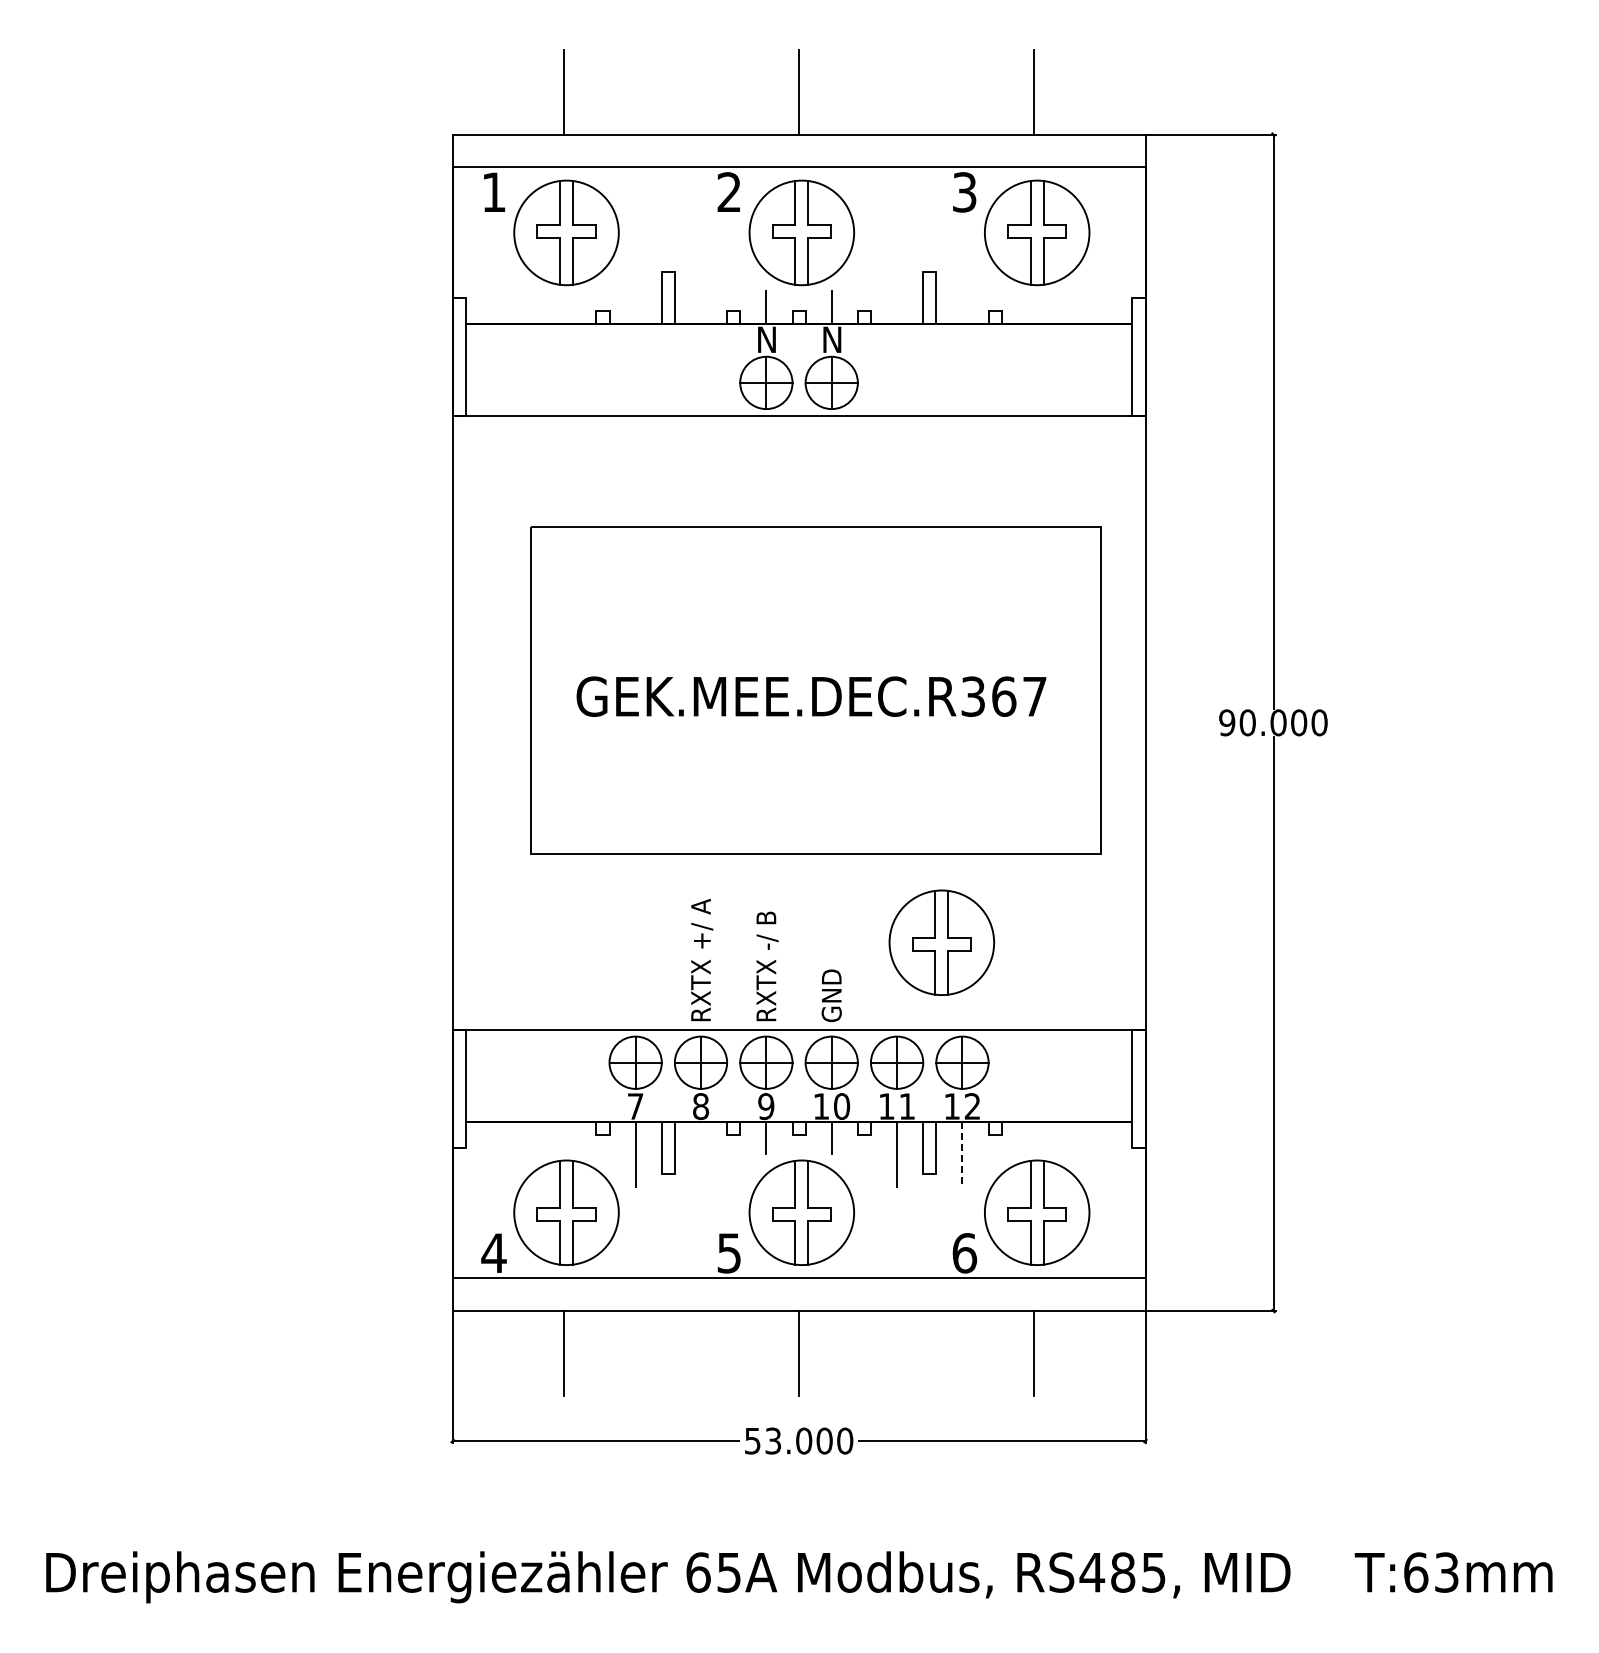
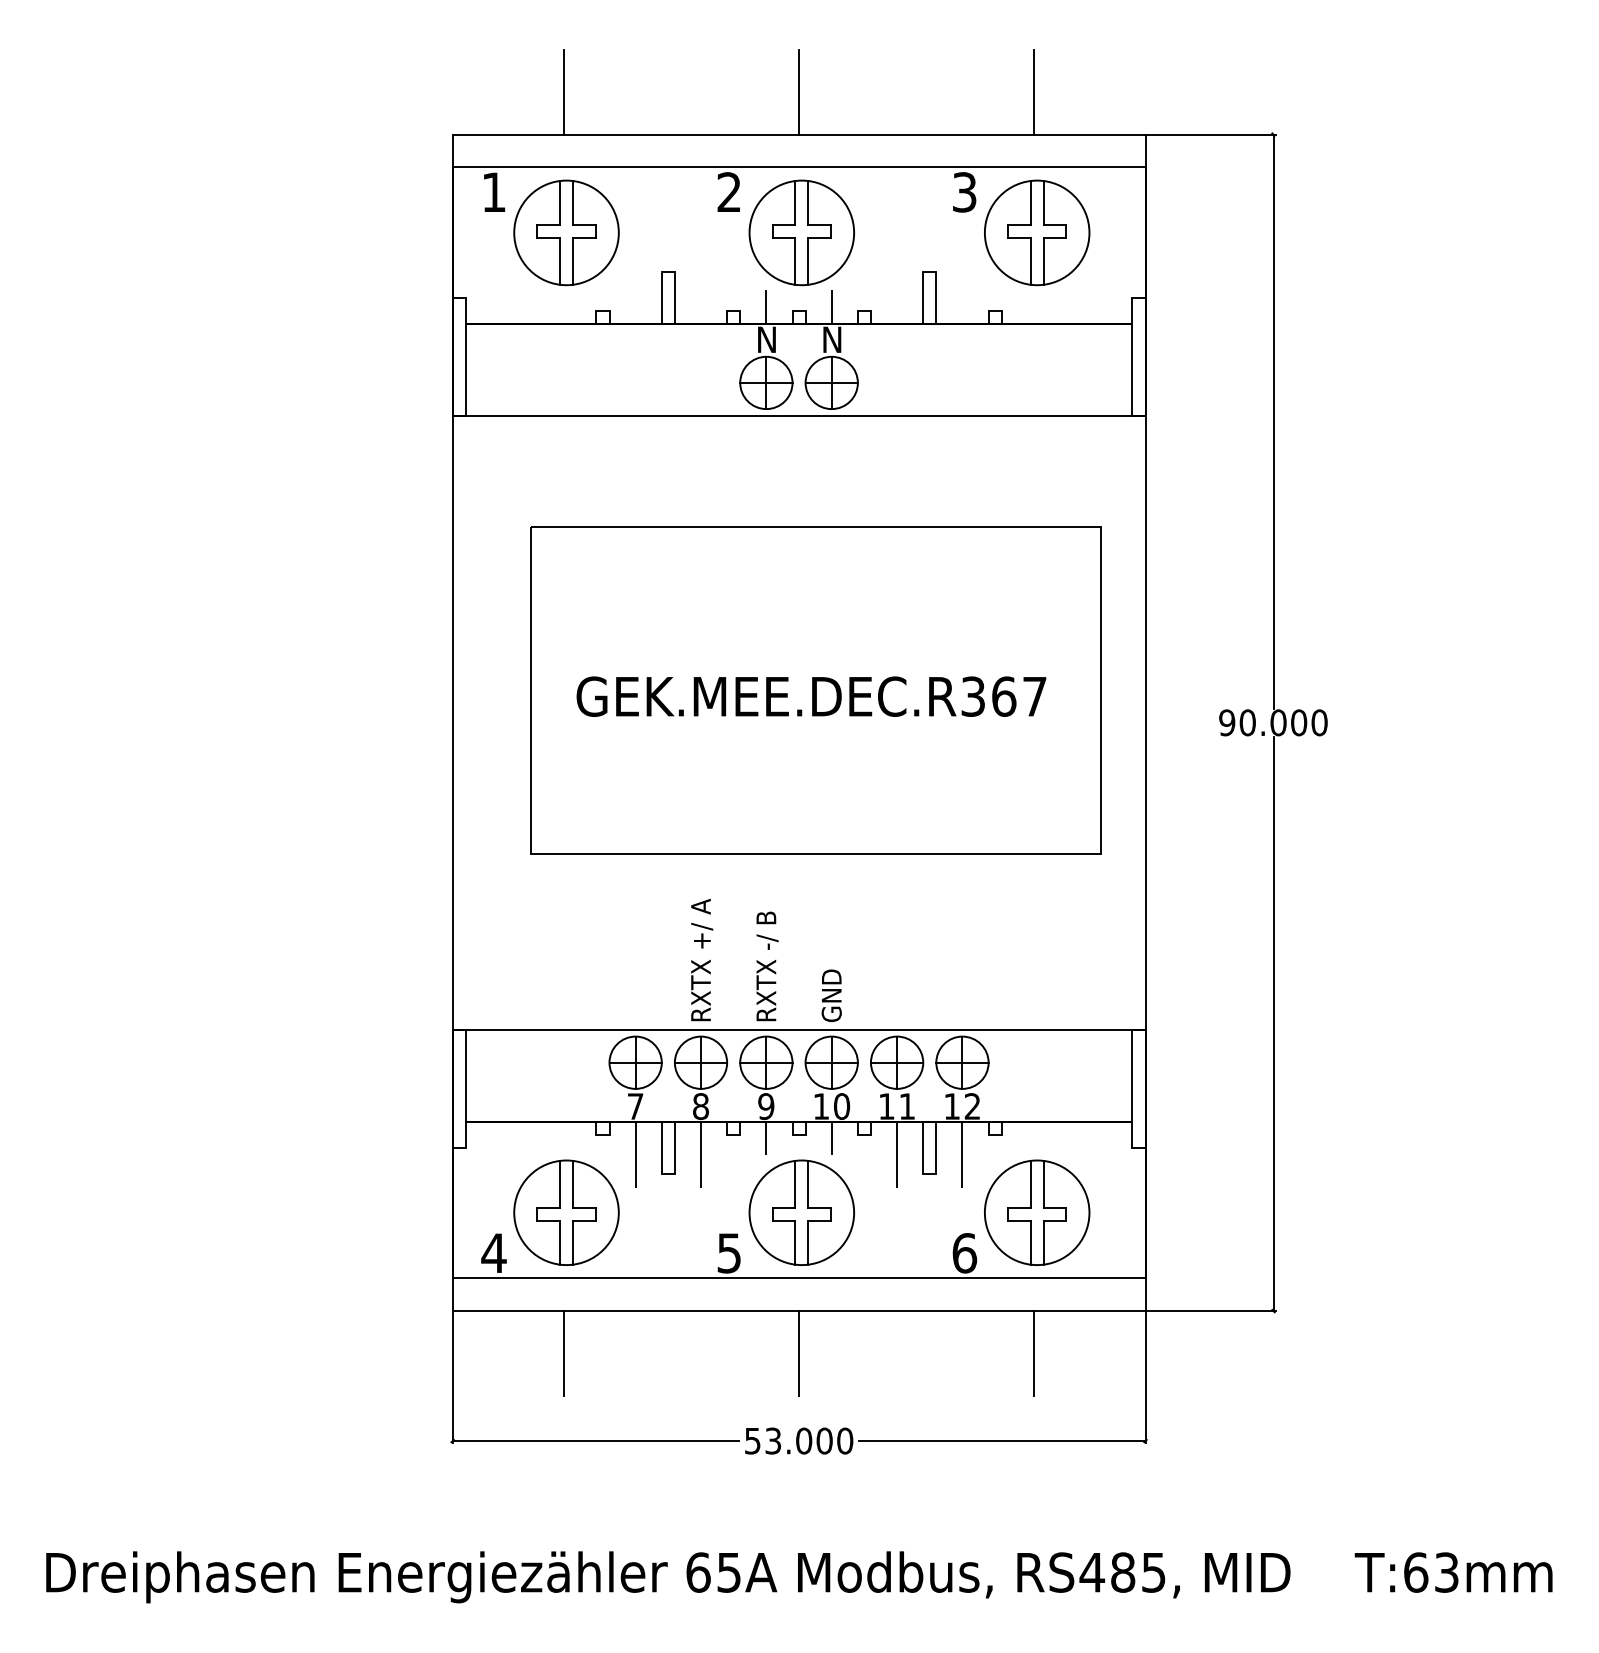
part at (941, 942): present -> none
line at (701, 1153): none -> present
line at (962, 1154): dashed -> solid
